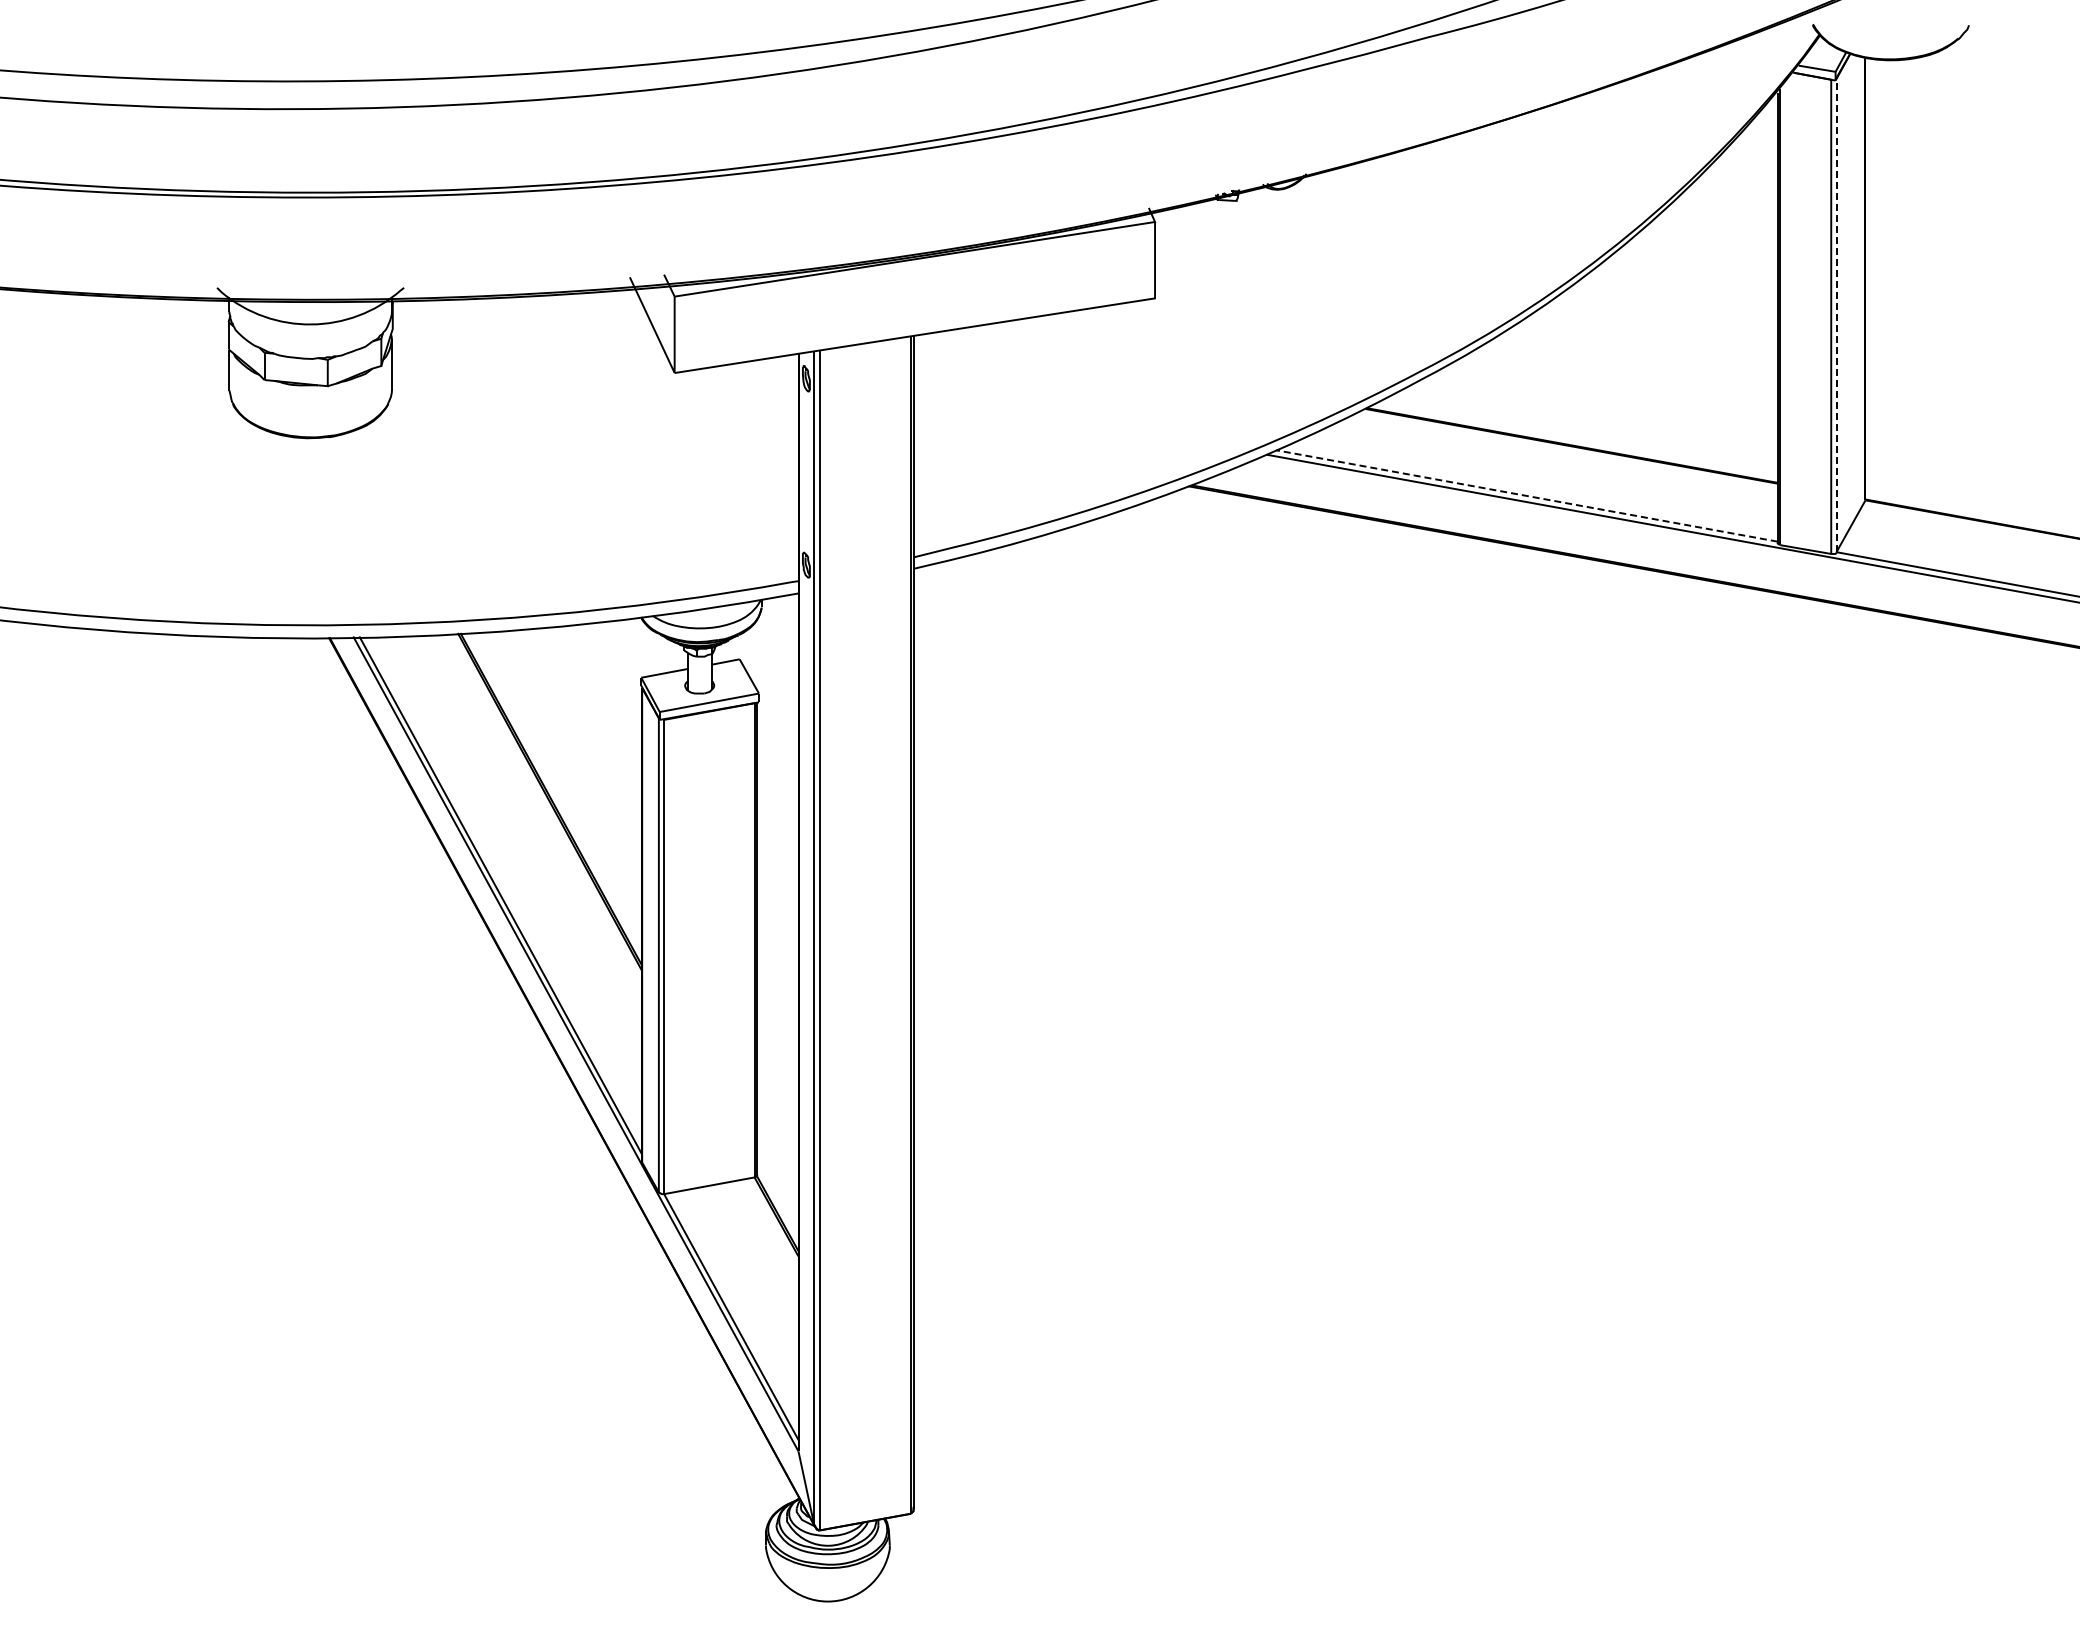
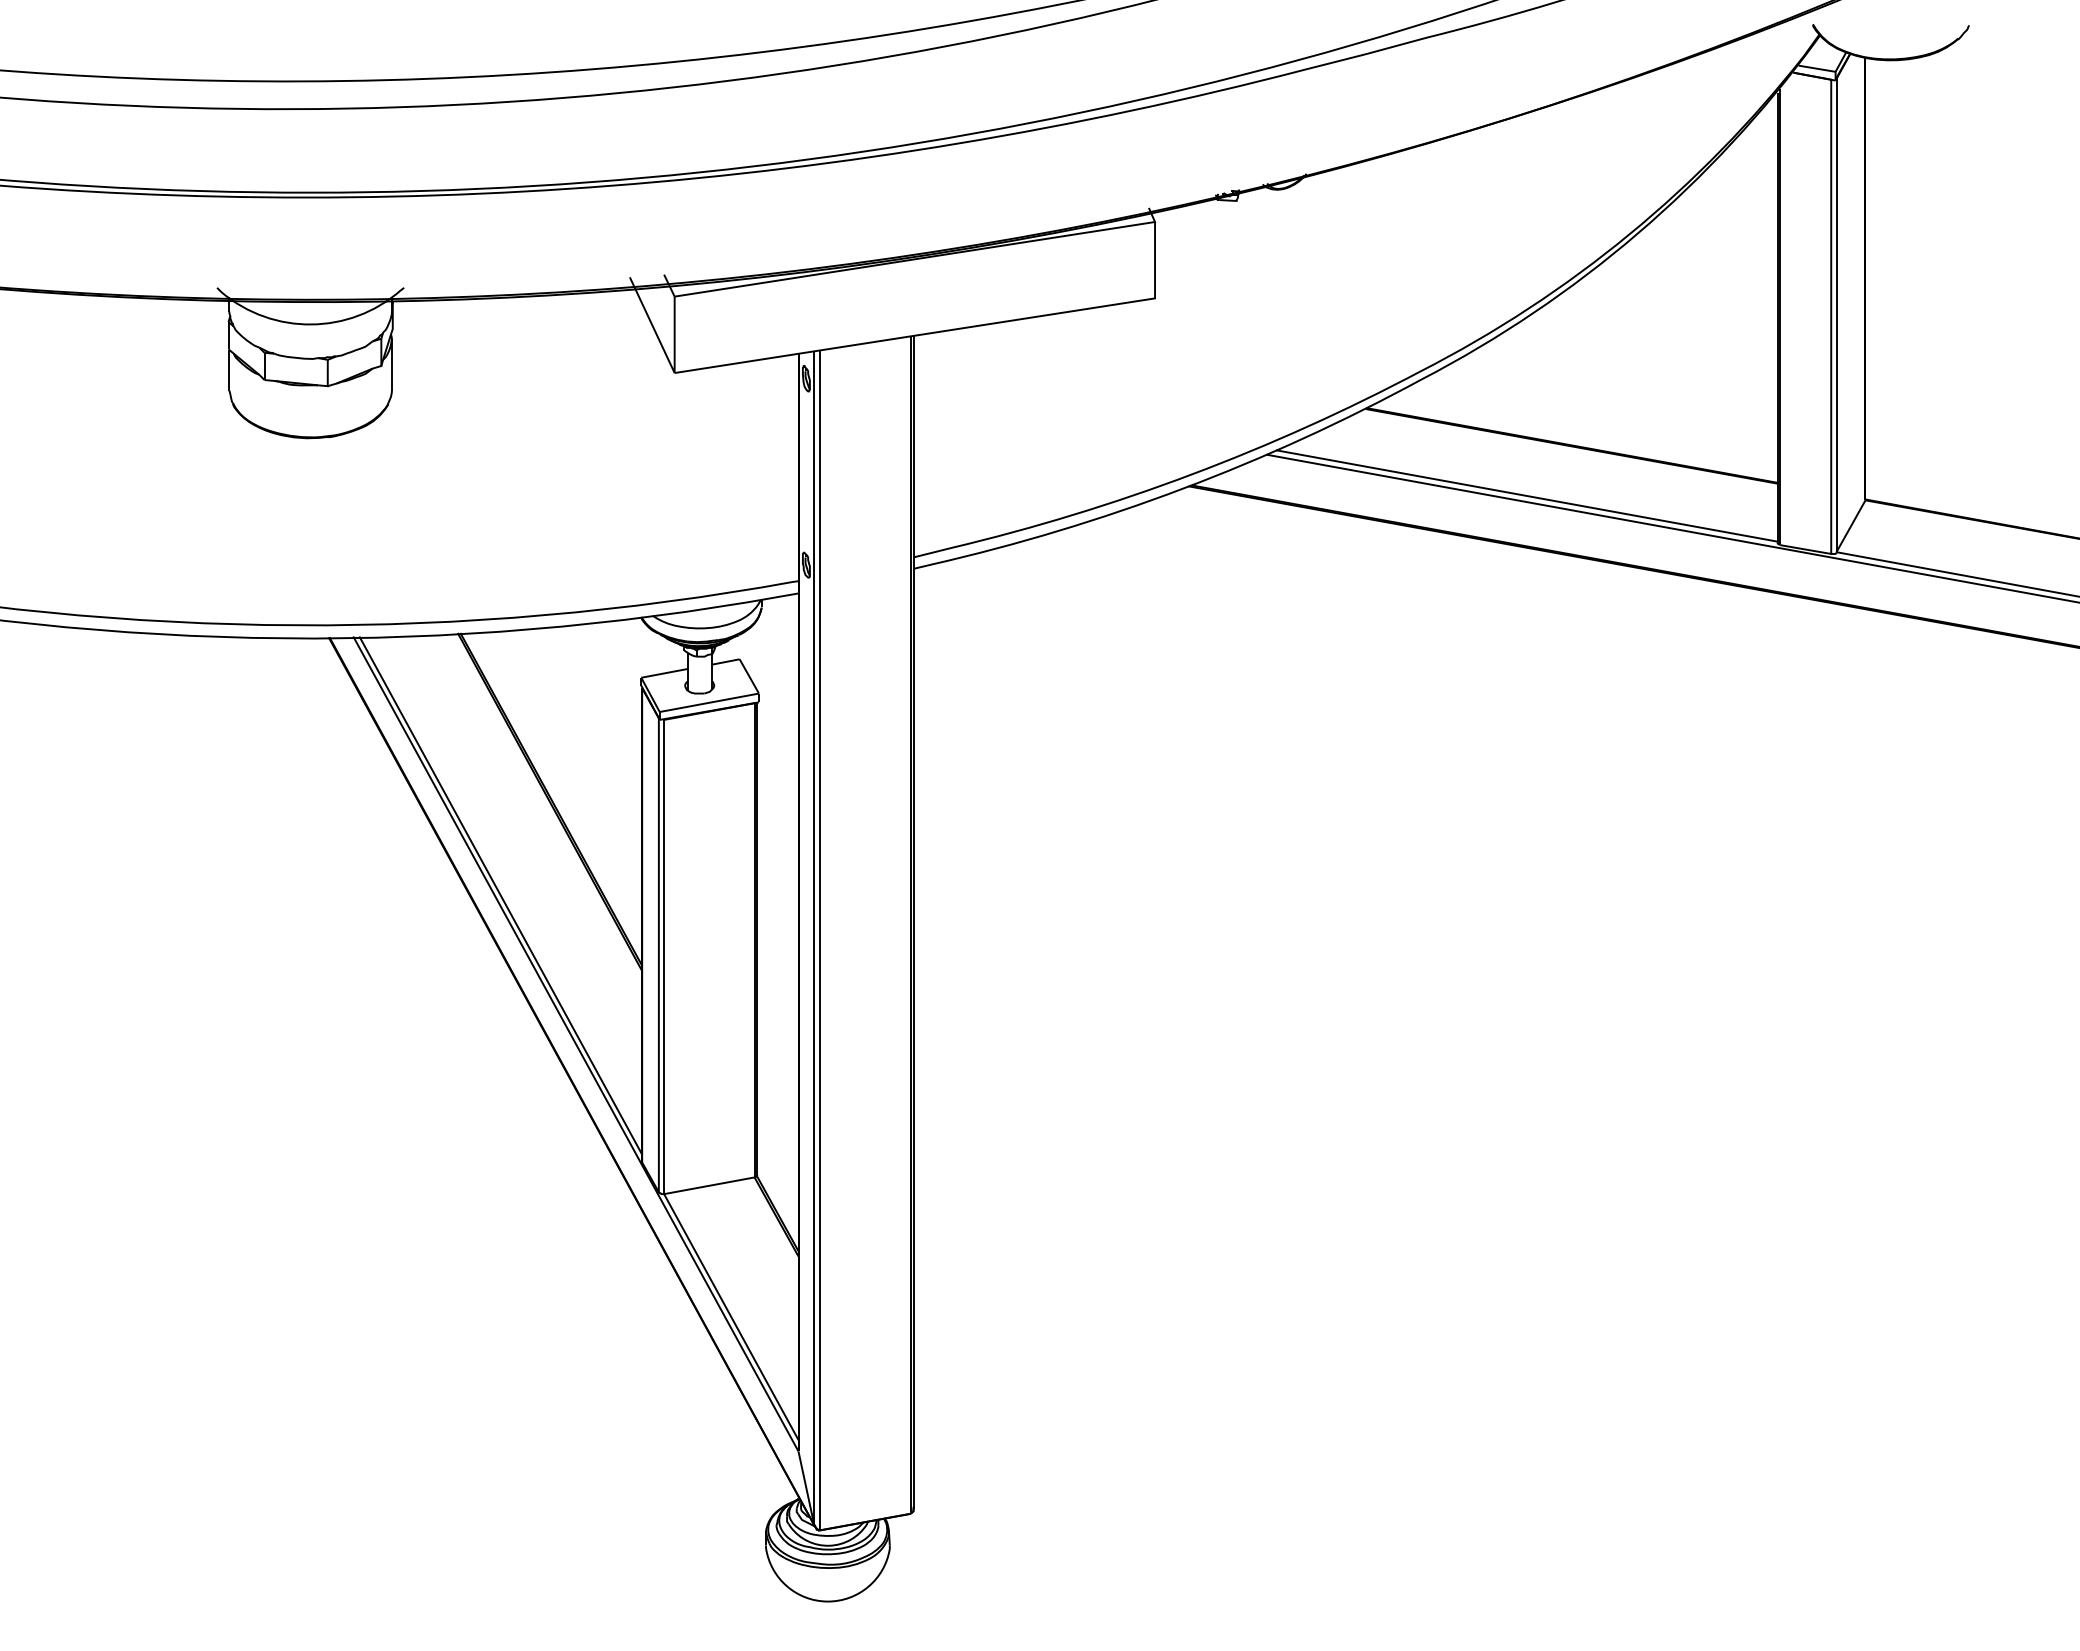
line at (1836, 314): dashed -> solid
line at (1526, 495): dashed -> solid
